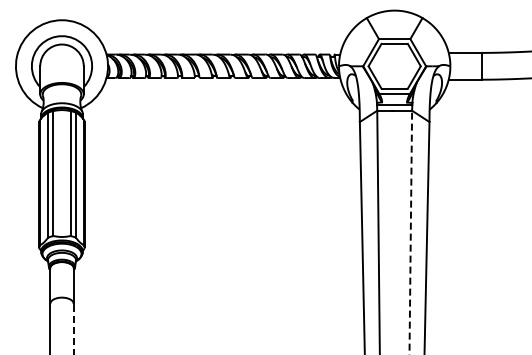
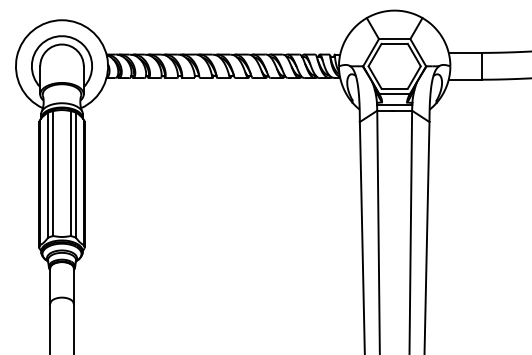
line at (410, 232): dashed -> solid
line at (73, 328): dashed -> solid
